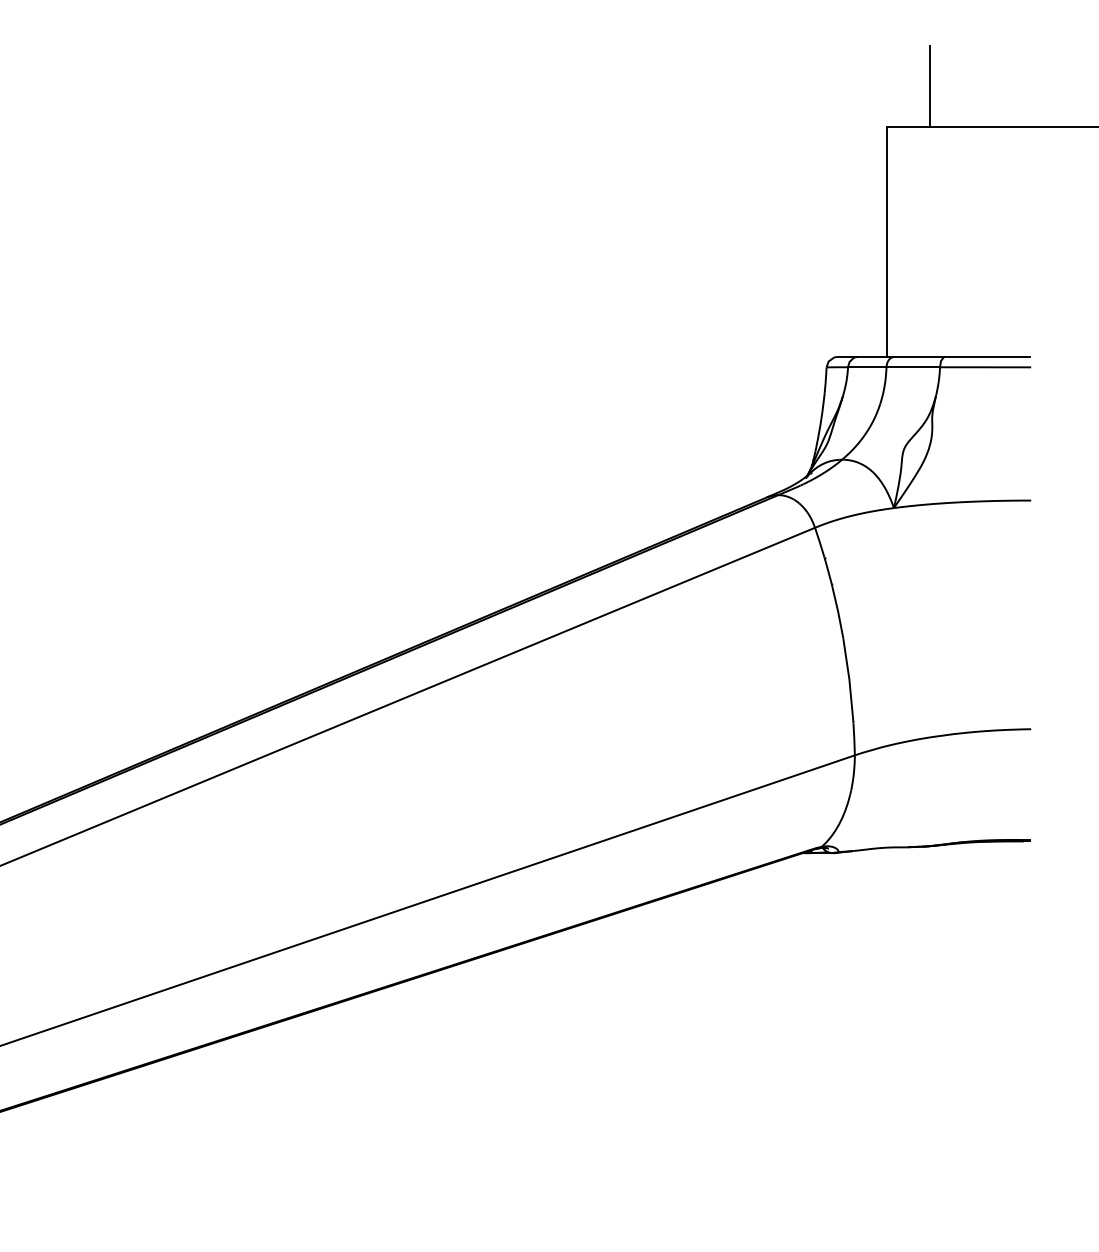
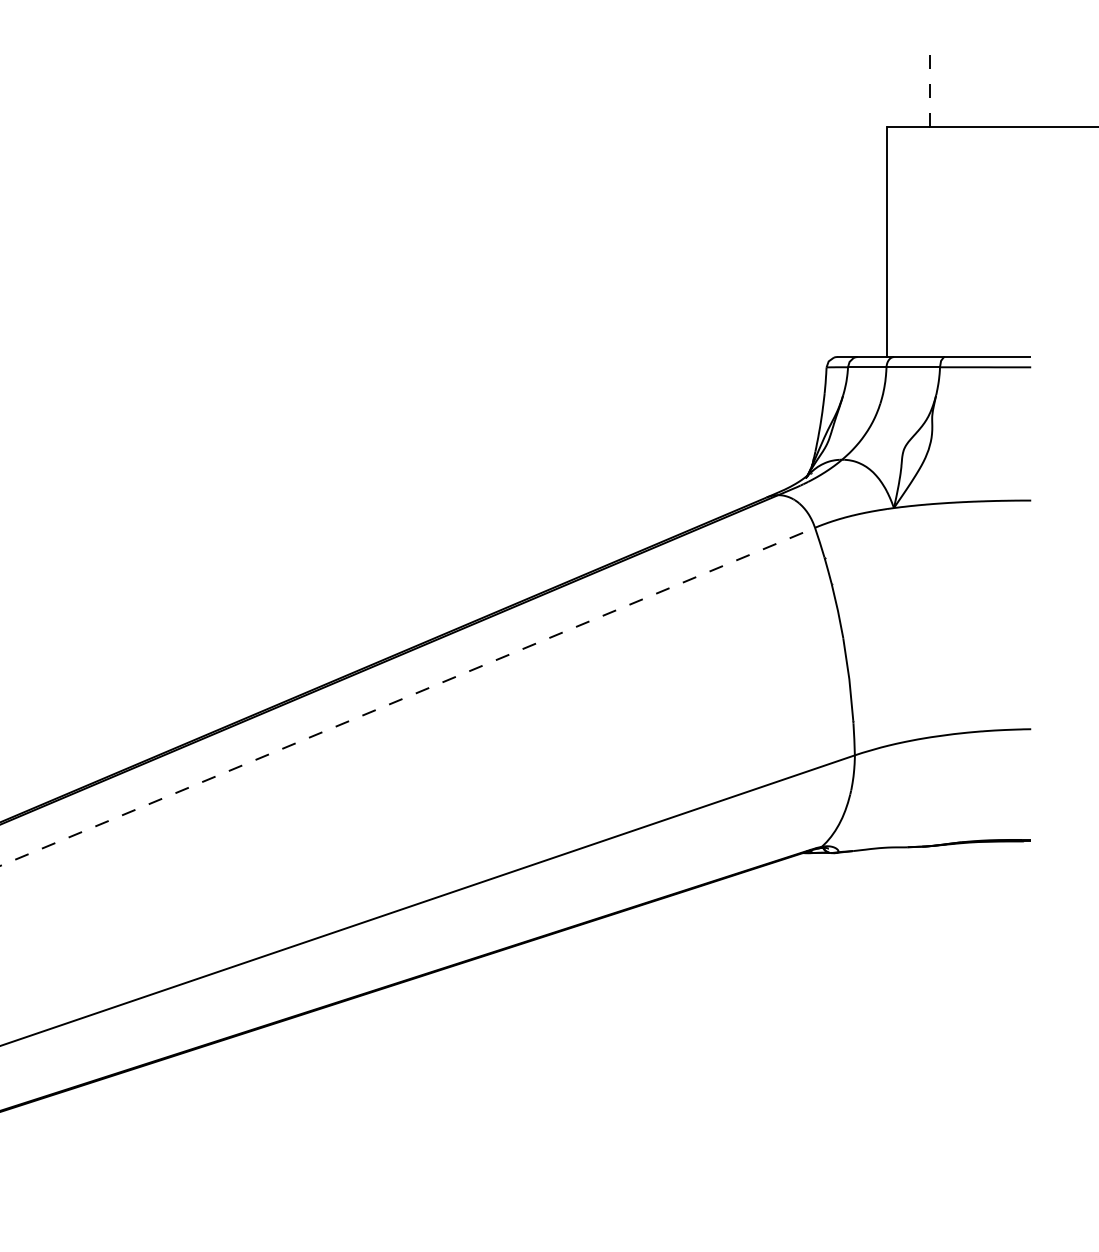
line at (930, 86): solid -> dashed
line at (407, 696): solid -> dashed
